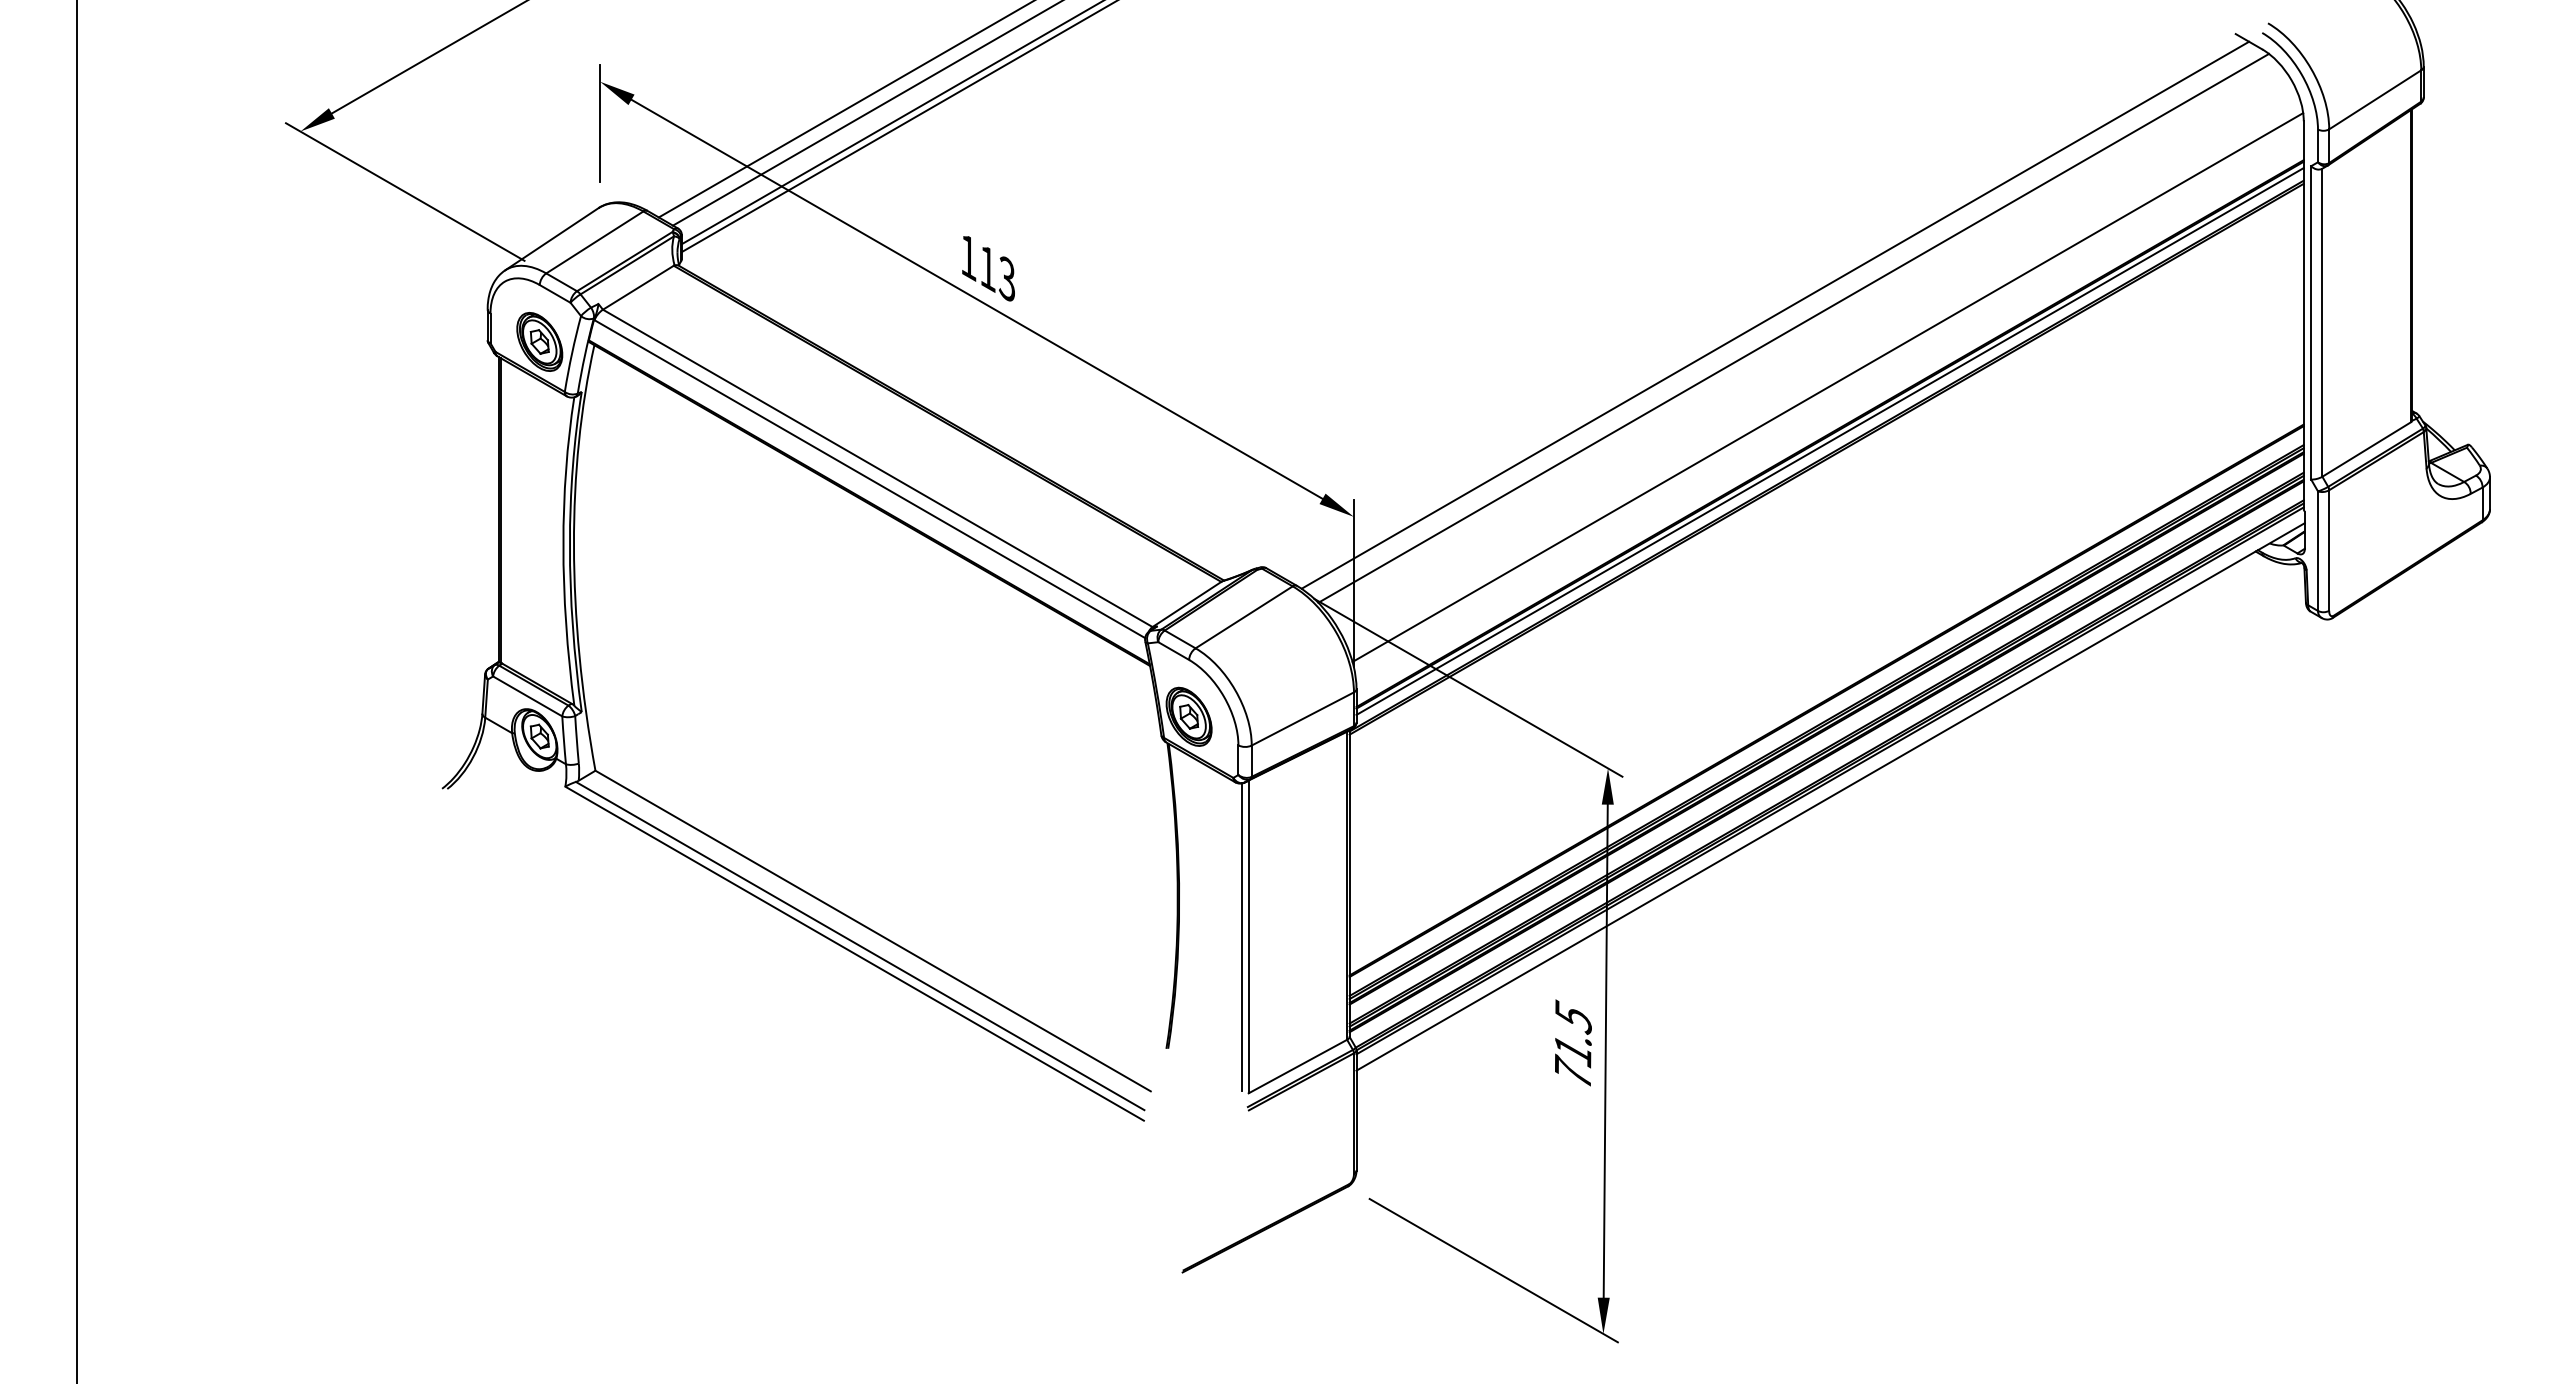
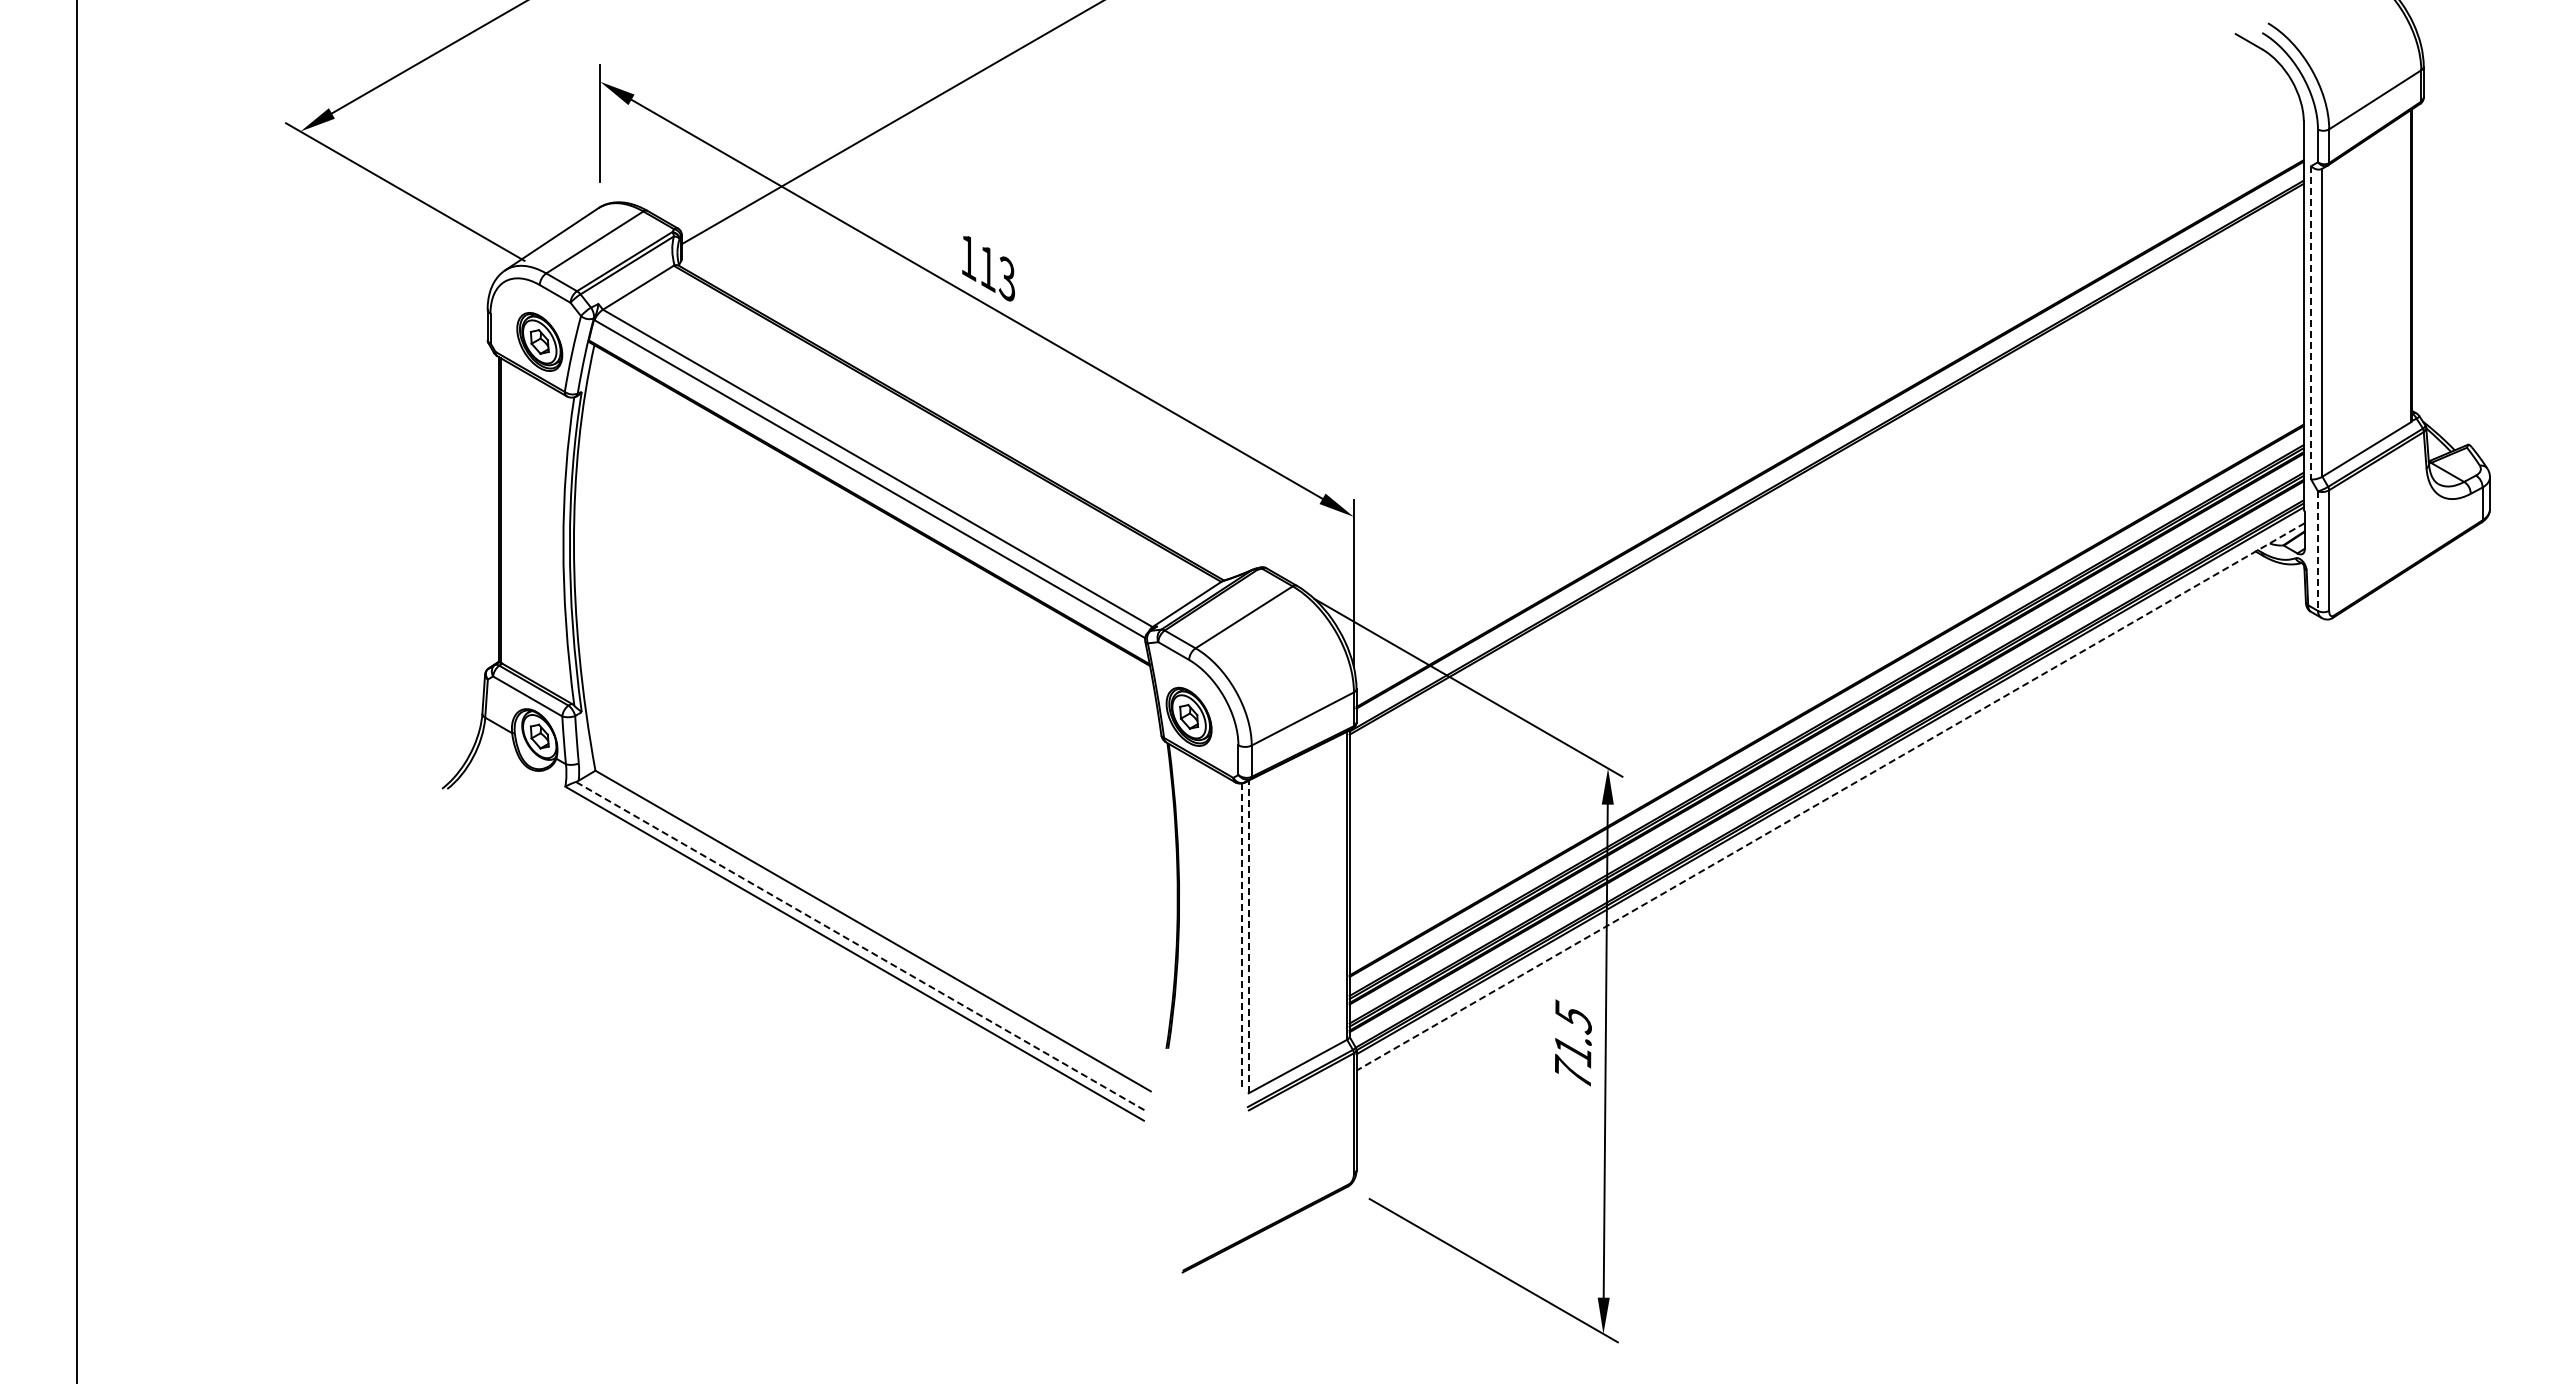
line at (844, 109): present -> none
line at (866, 113): present -> none
line at (897, 127): present -> none
line at (1775, 314): present -> none
line at (2311, 322): solid -> dashed
line at (1793, 327): present -> none
line at (1827, 387): present -> none
line at (1829, 441): present -> none
line at (2318, 551): solid -> dashed
line at (1830, 797): solid -> dashed
line at (1248, 936): solid -> dashed
line at (1242, 937): solid -> dashed
line at (859, 945): solid -> dashed
